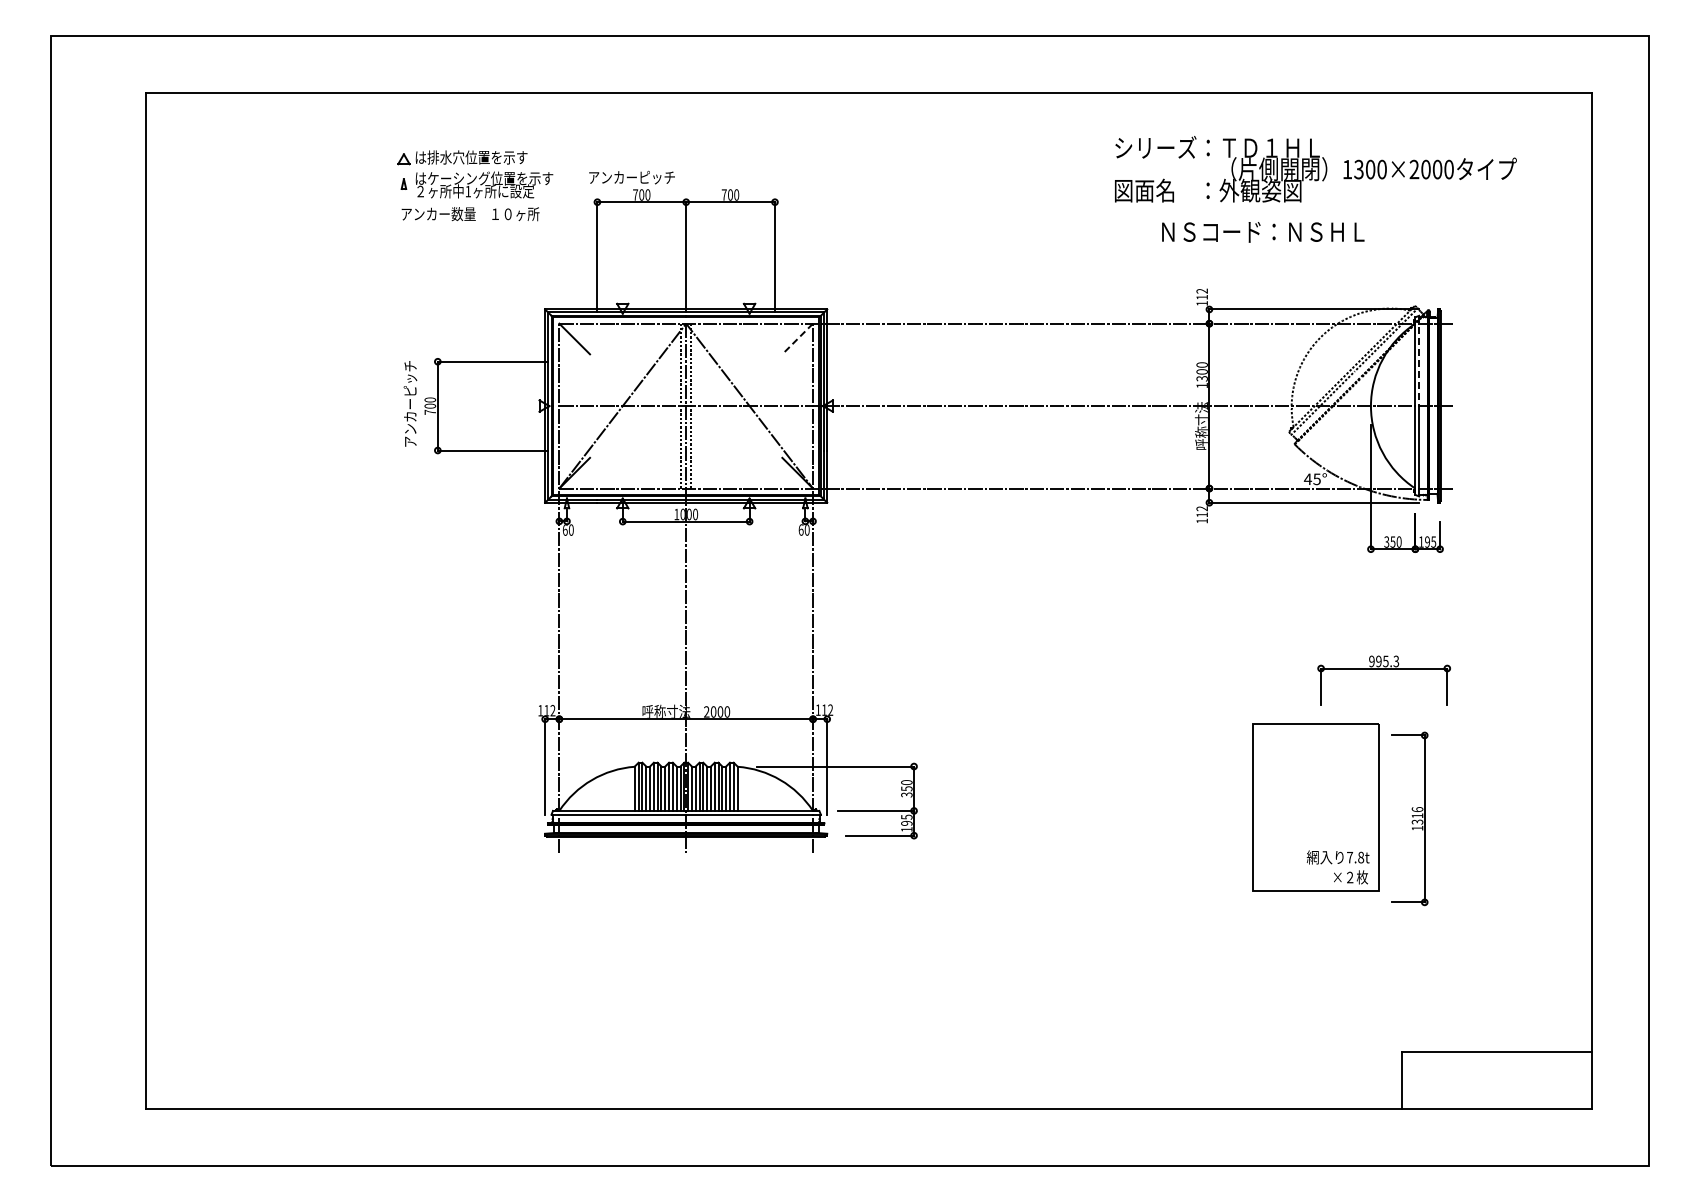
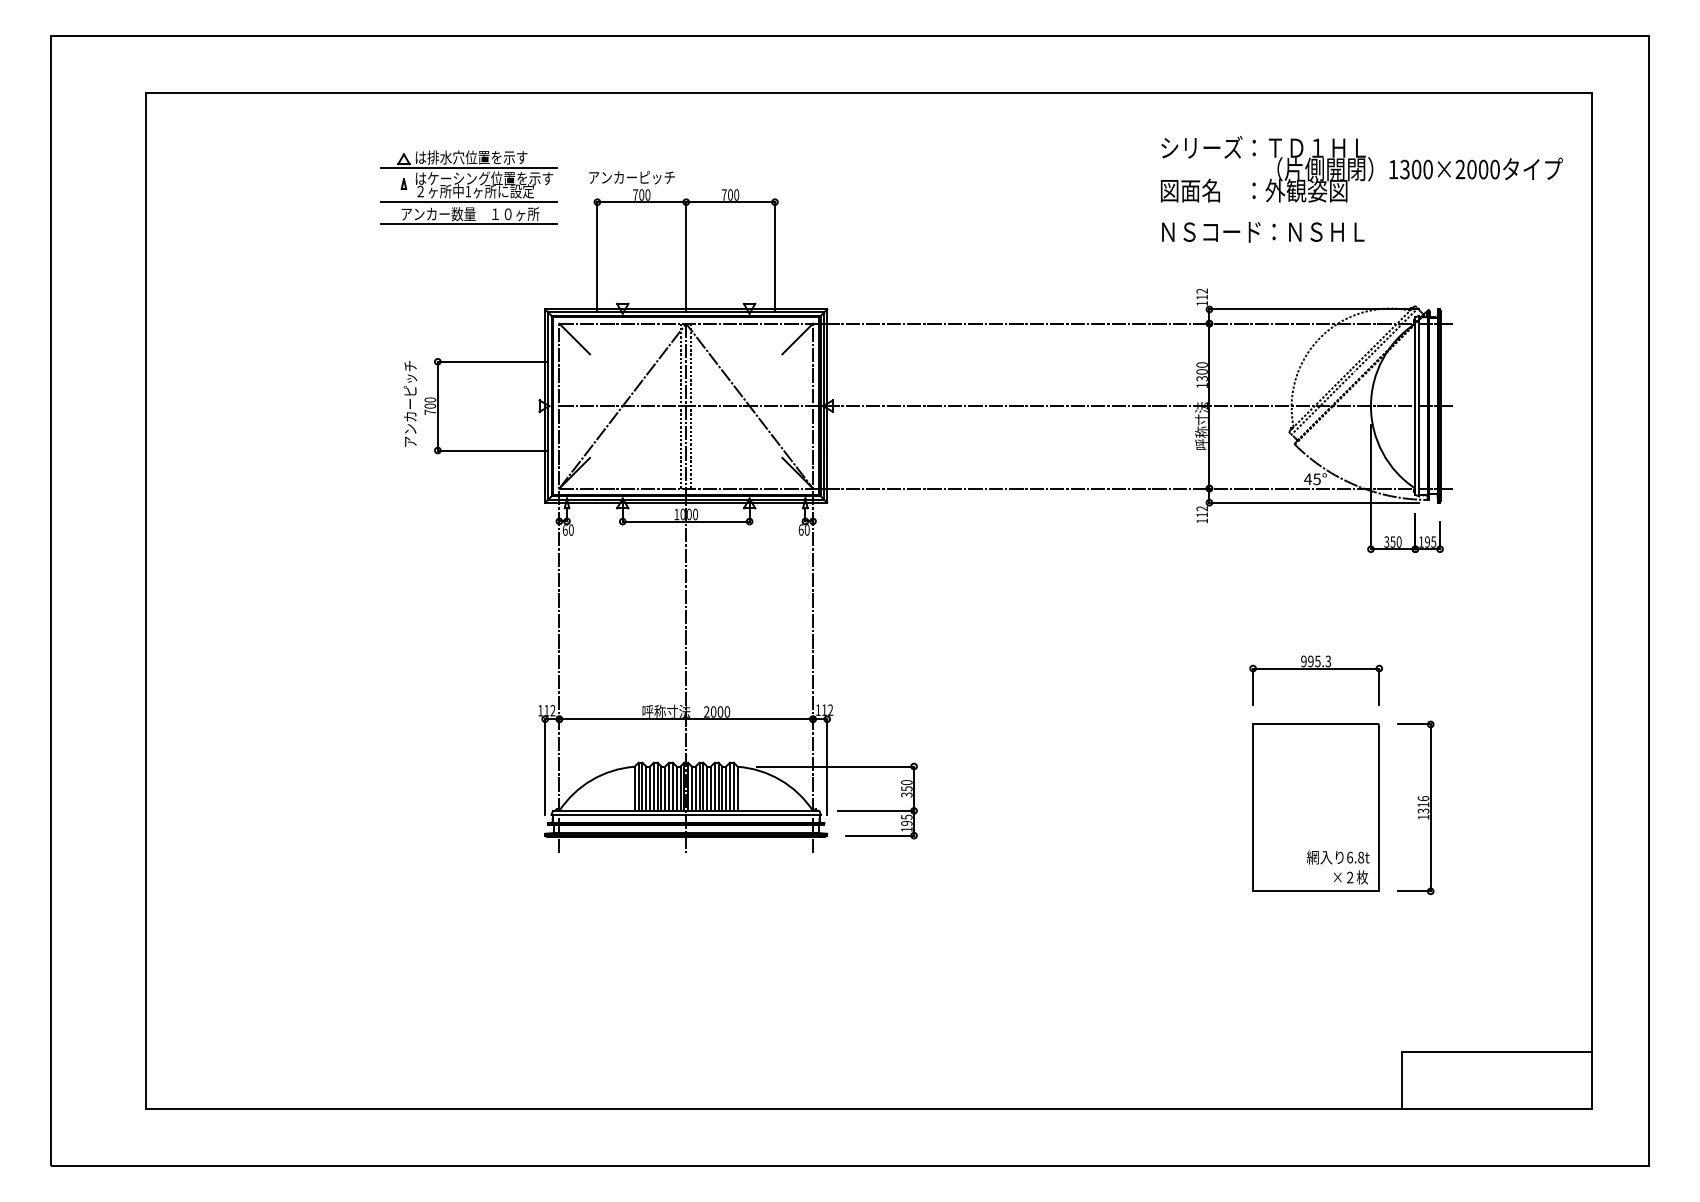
line at (468, 167): none -> present
text at (1315, 169) position: (1315, 169) -> (1361, 169)
line at (468, 201): none -> present
line at (468, 223): none -> present
line at (797, 339): dashed -> solid
line at (1419, 361): dashed -> solid
part at (1383, 669) position: (1383, 669) -> (1315, 669)
part at (1409, 818) position: (1409, 818) -> (1415, 807)
text at (1350, 857): 7.8t -> 6.8t
